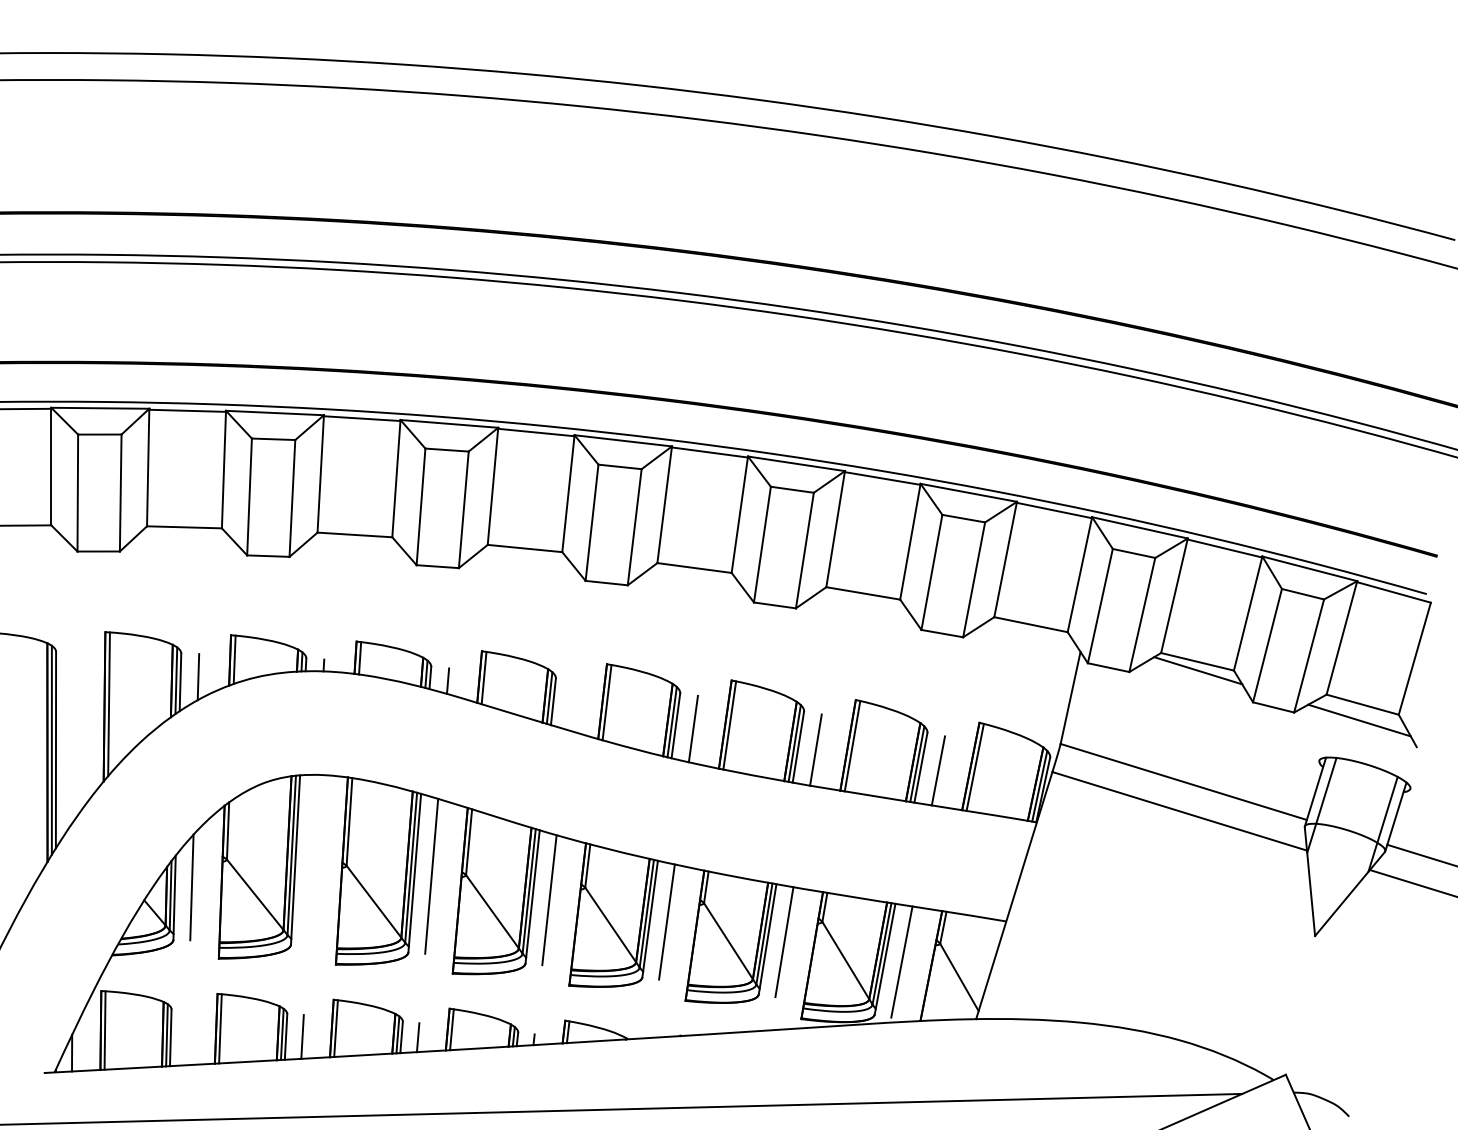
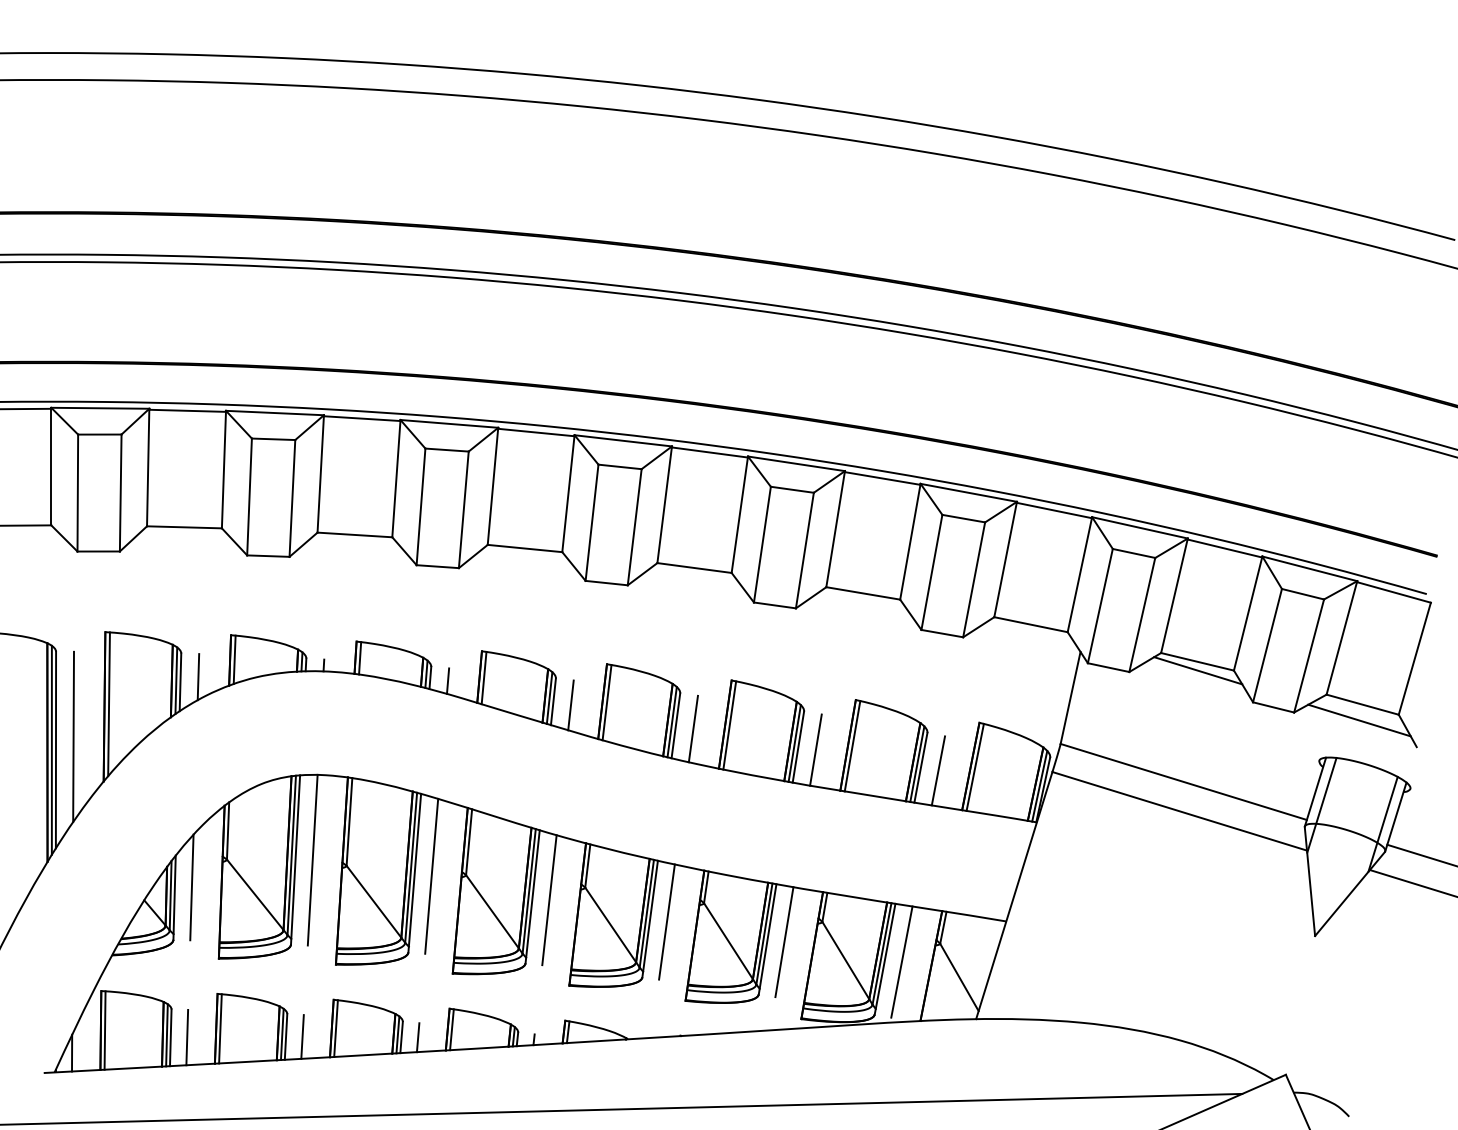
line at (570, 705): none -> present
line at (73, 736): none -> present
line at (312, 859): none -> present
line at (187, 1037): none -> present
